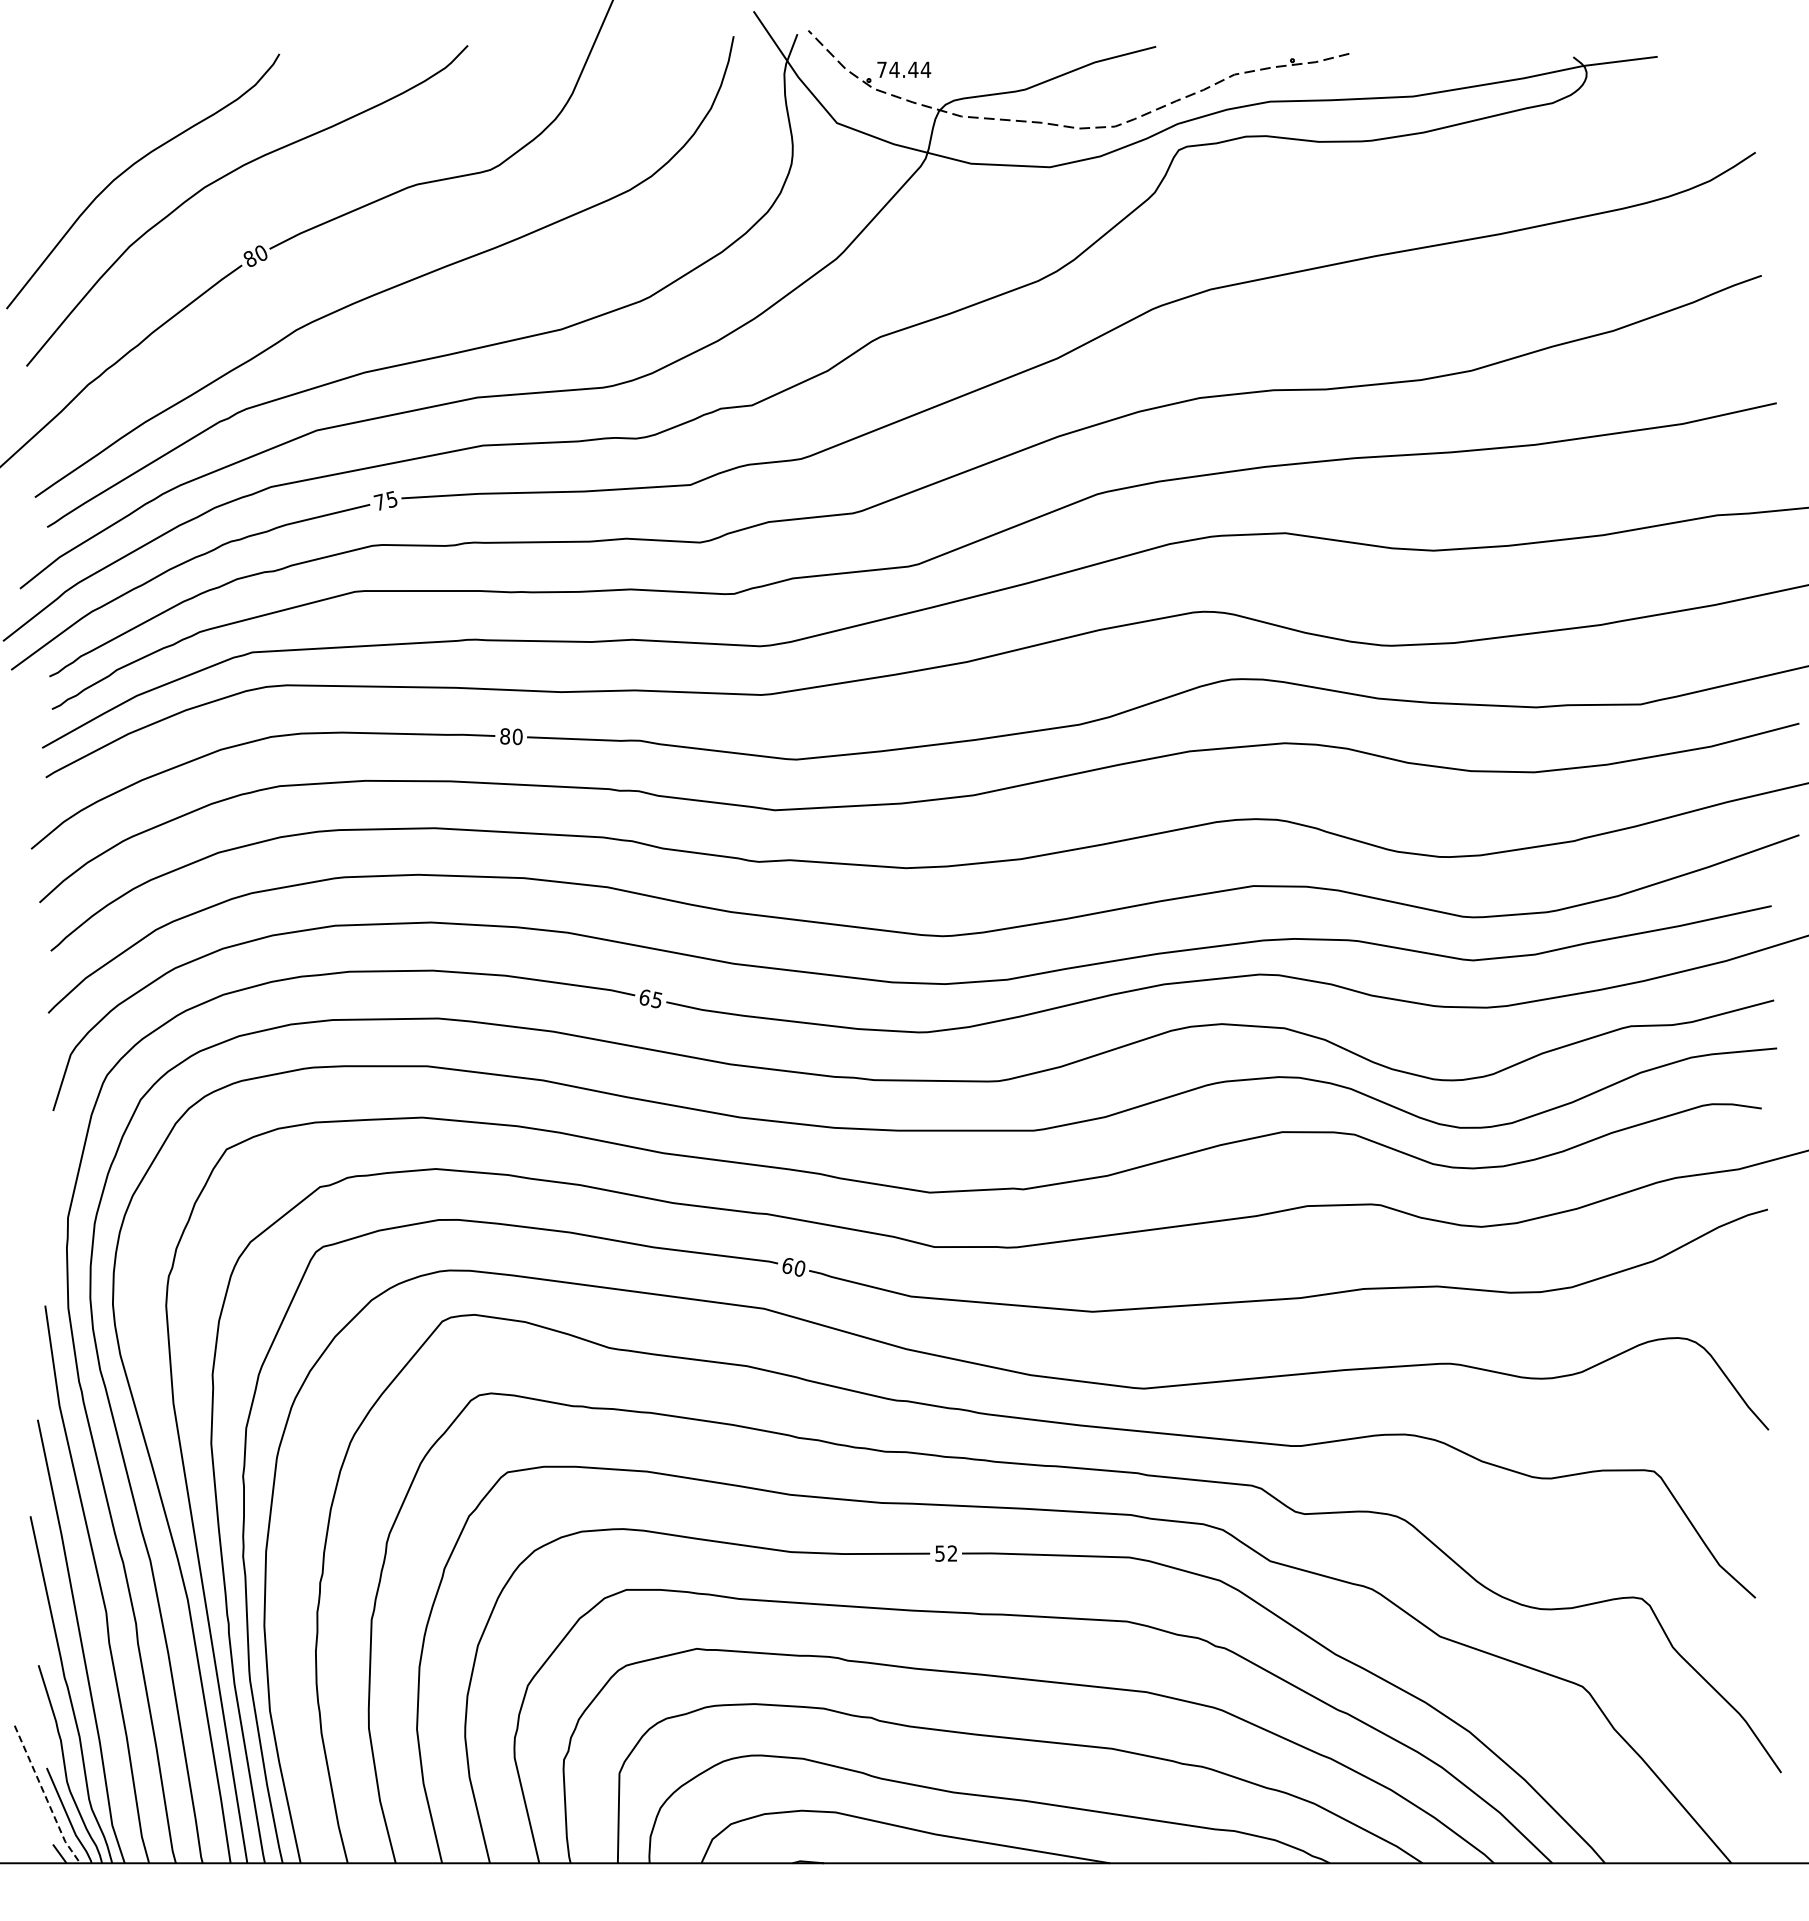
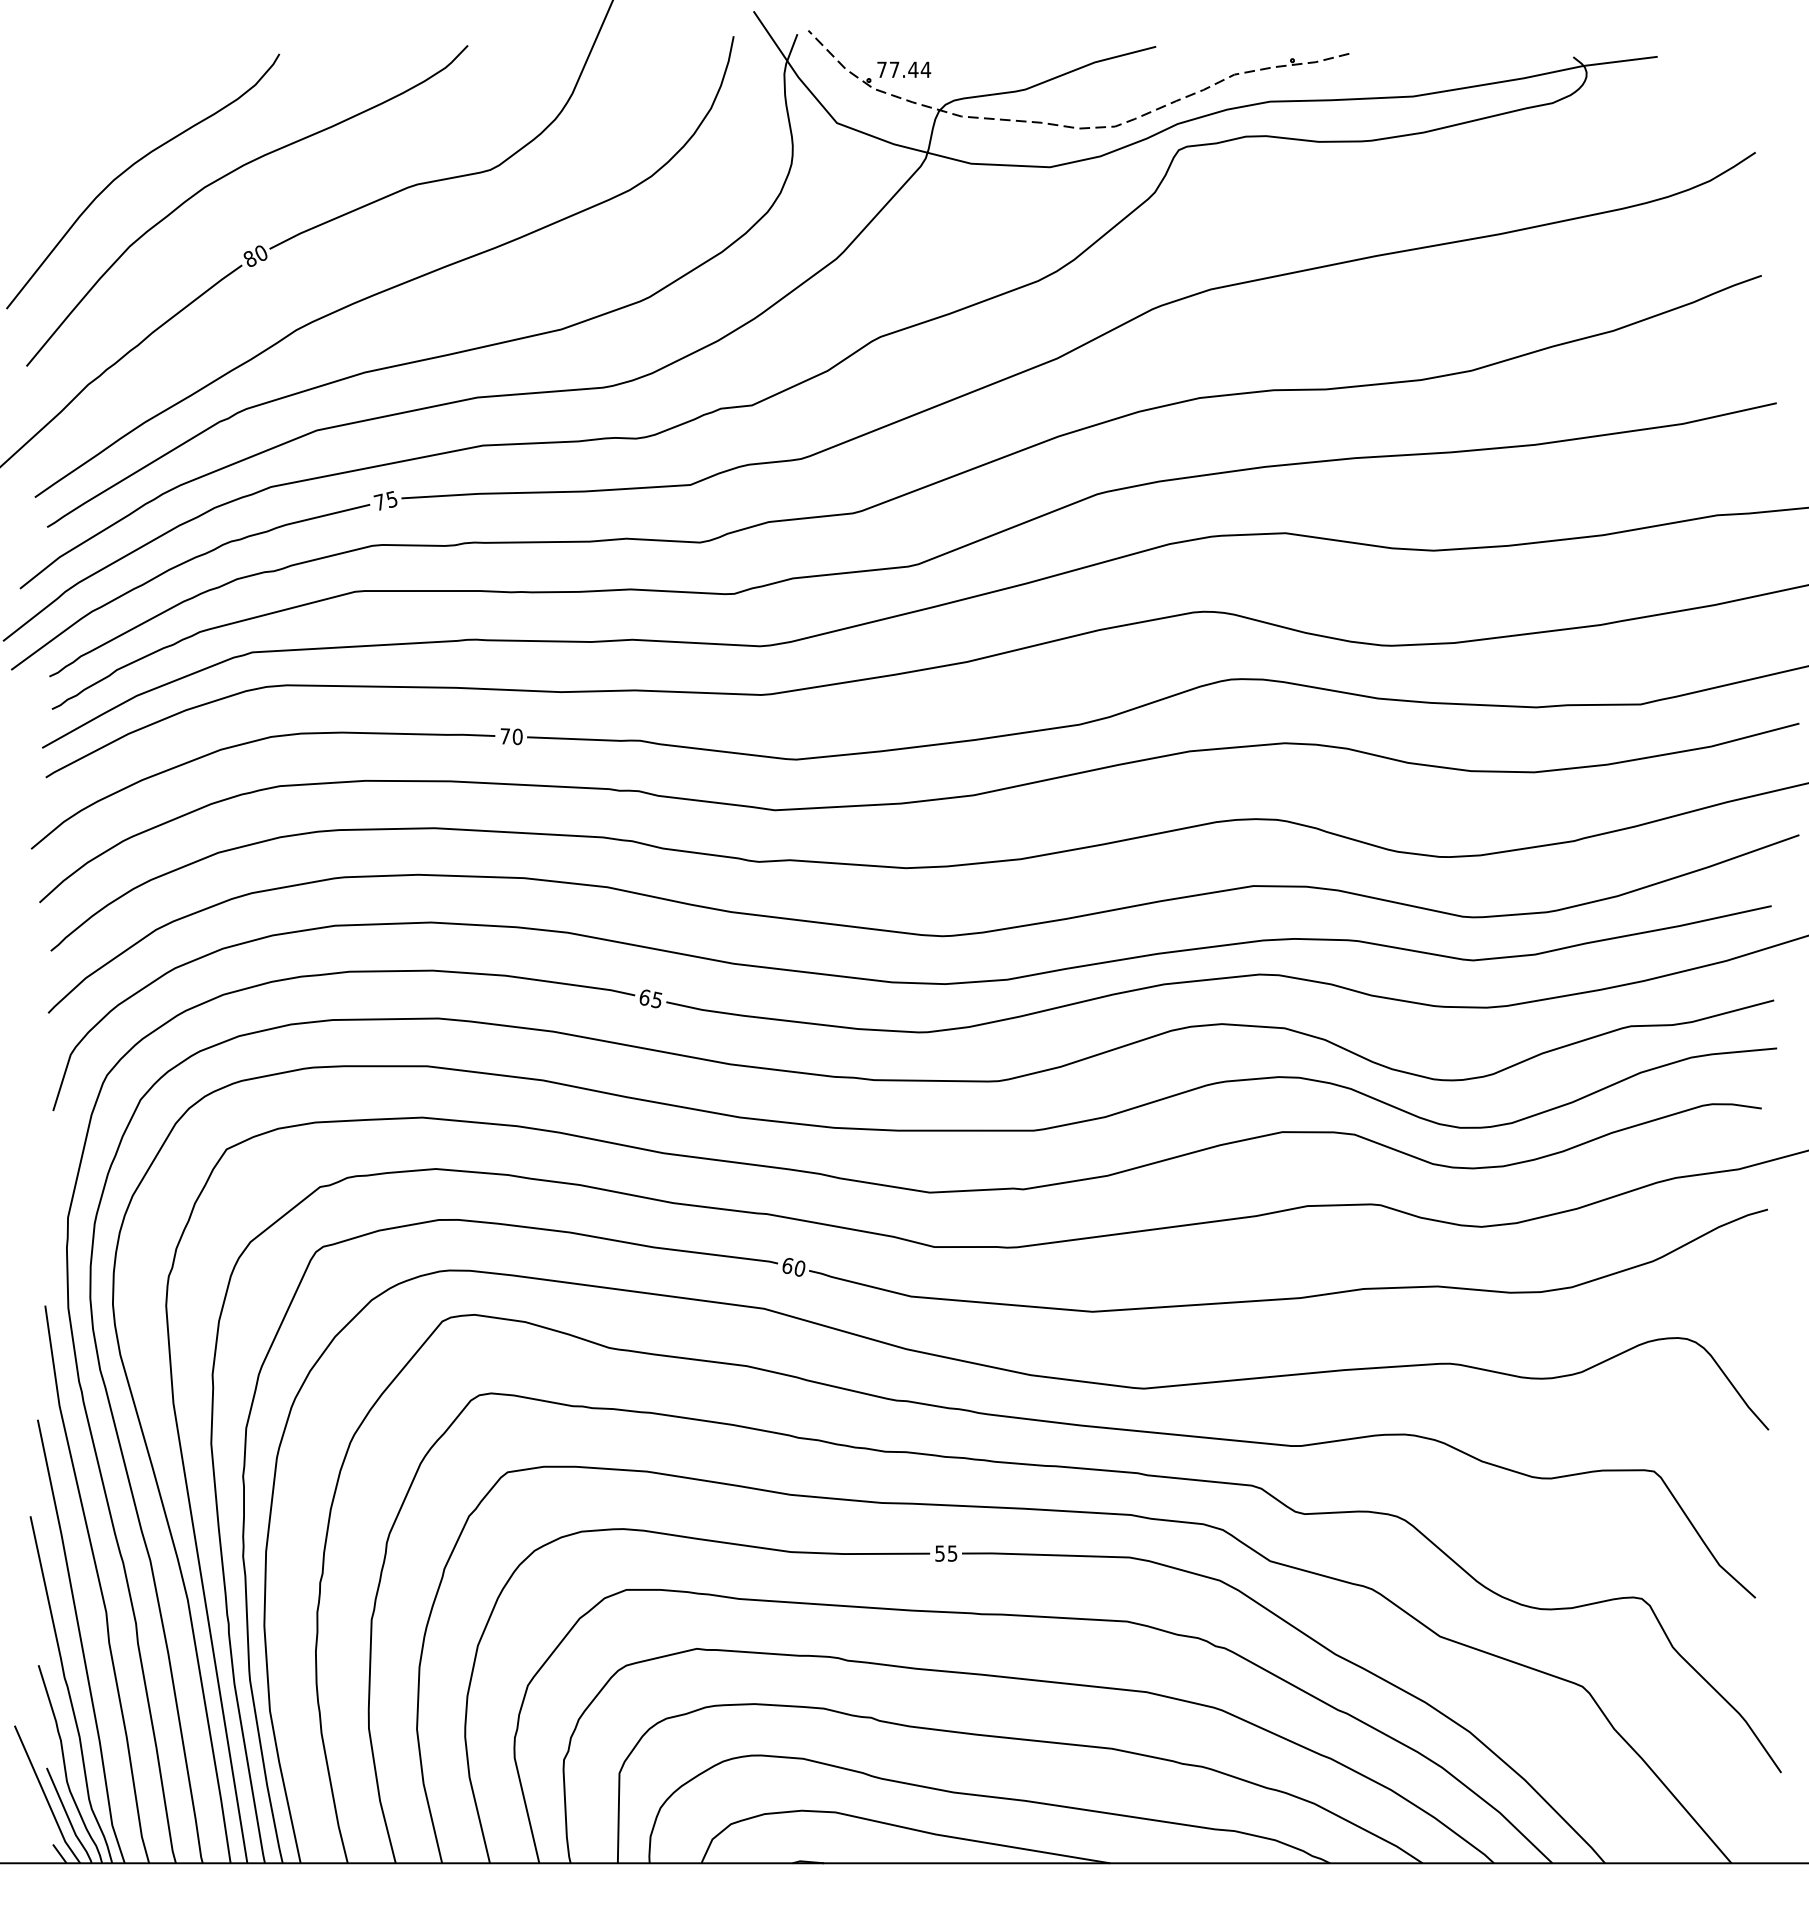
text at (894, 69): 74.44 -> 77.44
text at (504, 736): 80 -> 70
text at (952, 1553): 52 -> 55
line at (45, 1797): dashed -> solid
